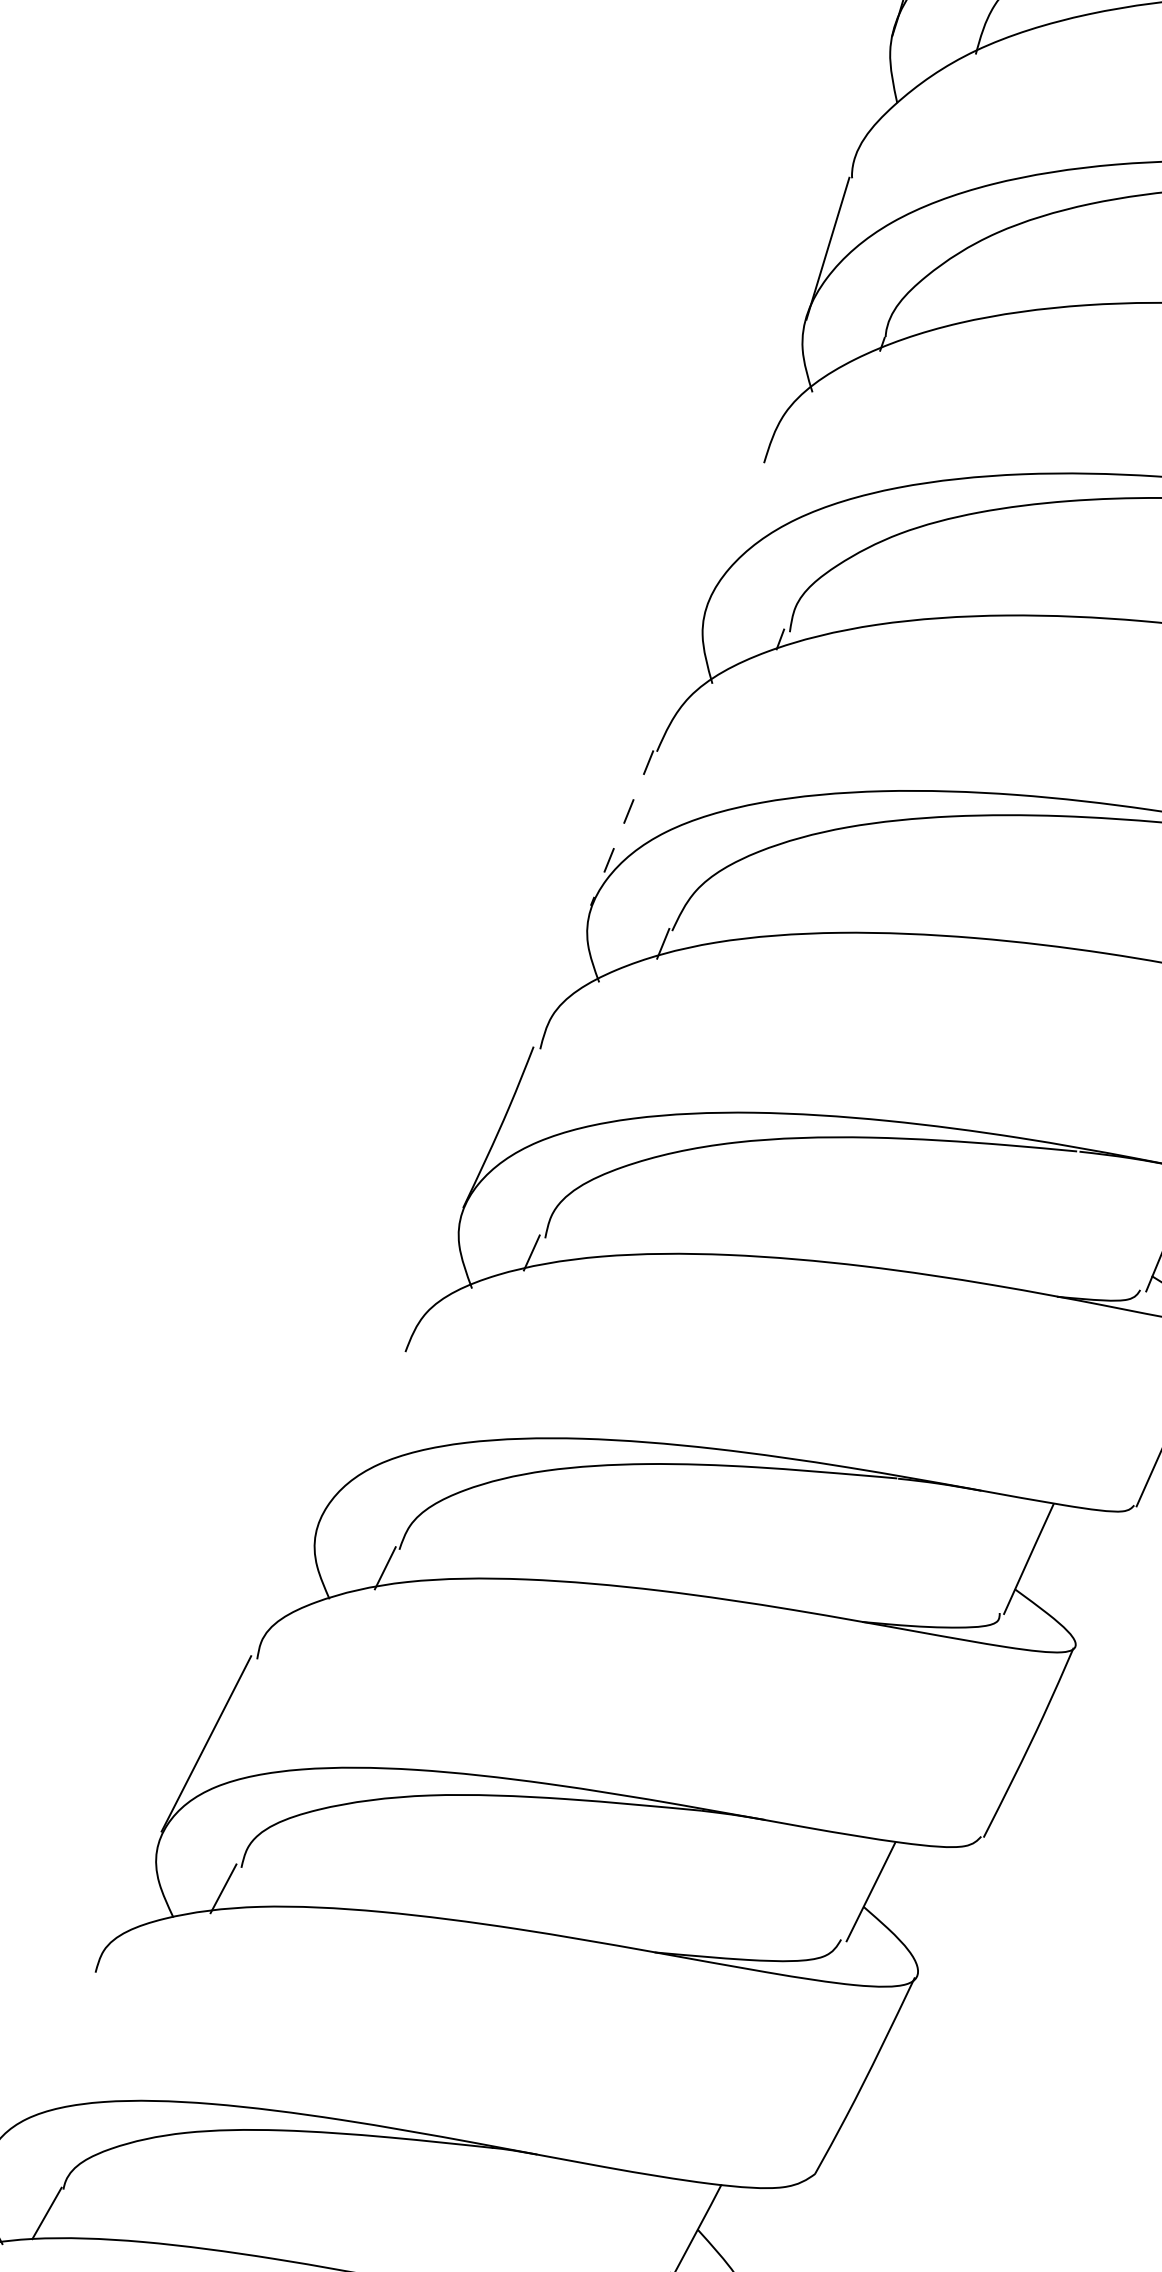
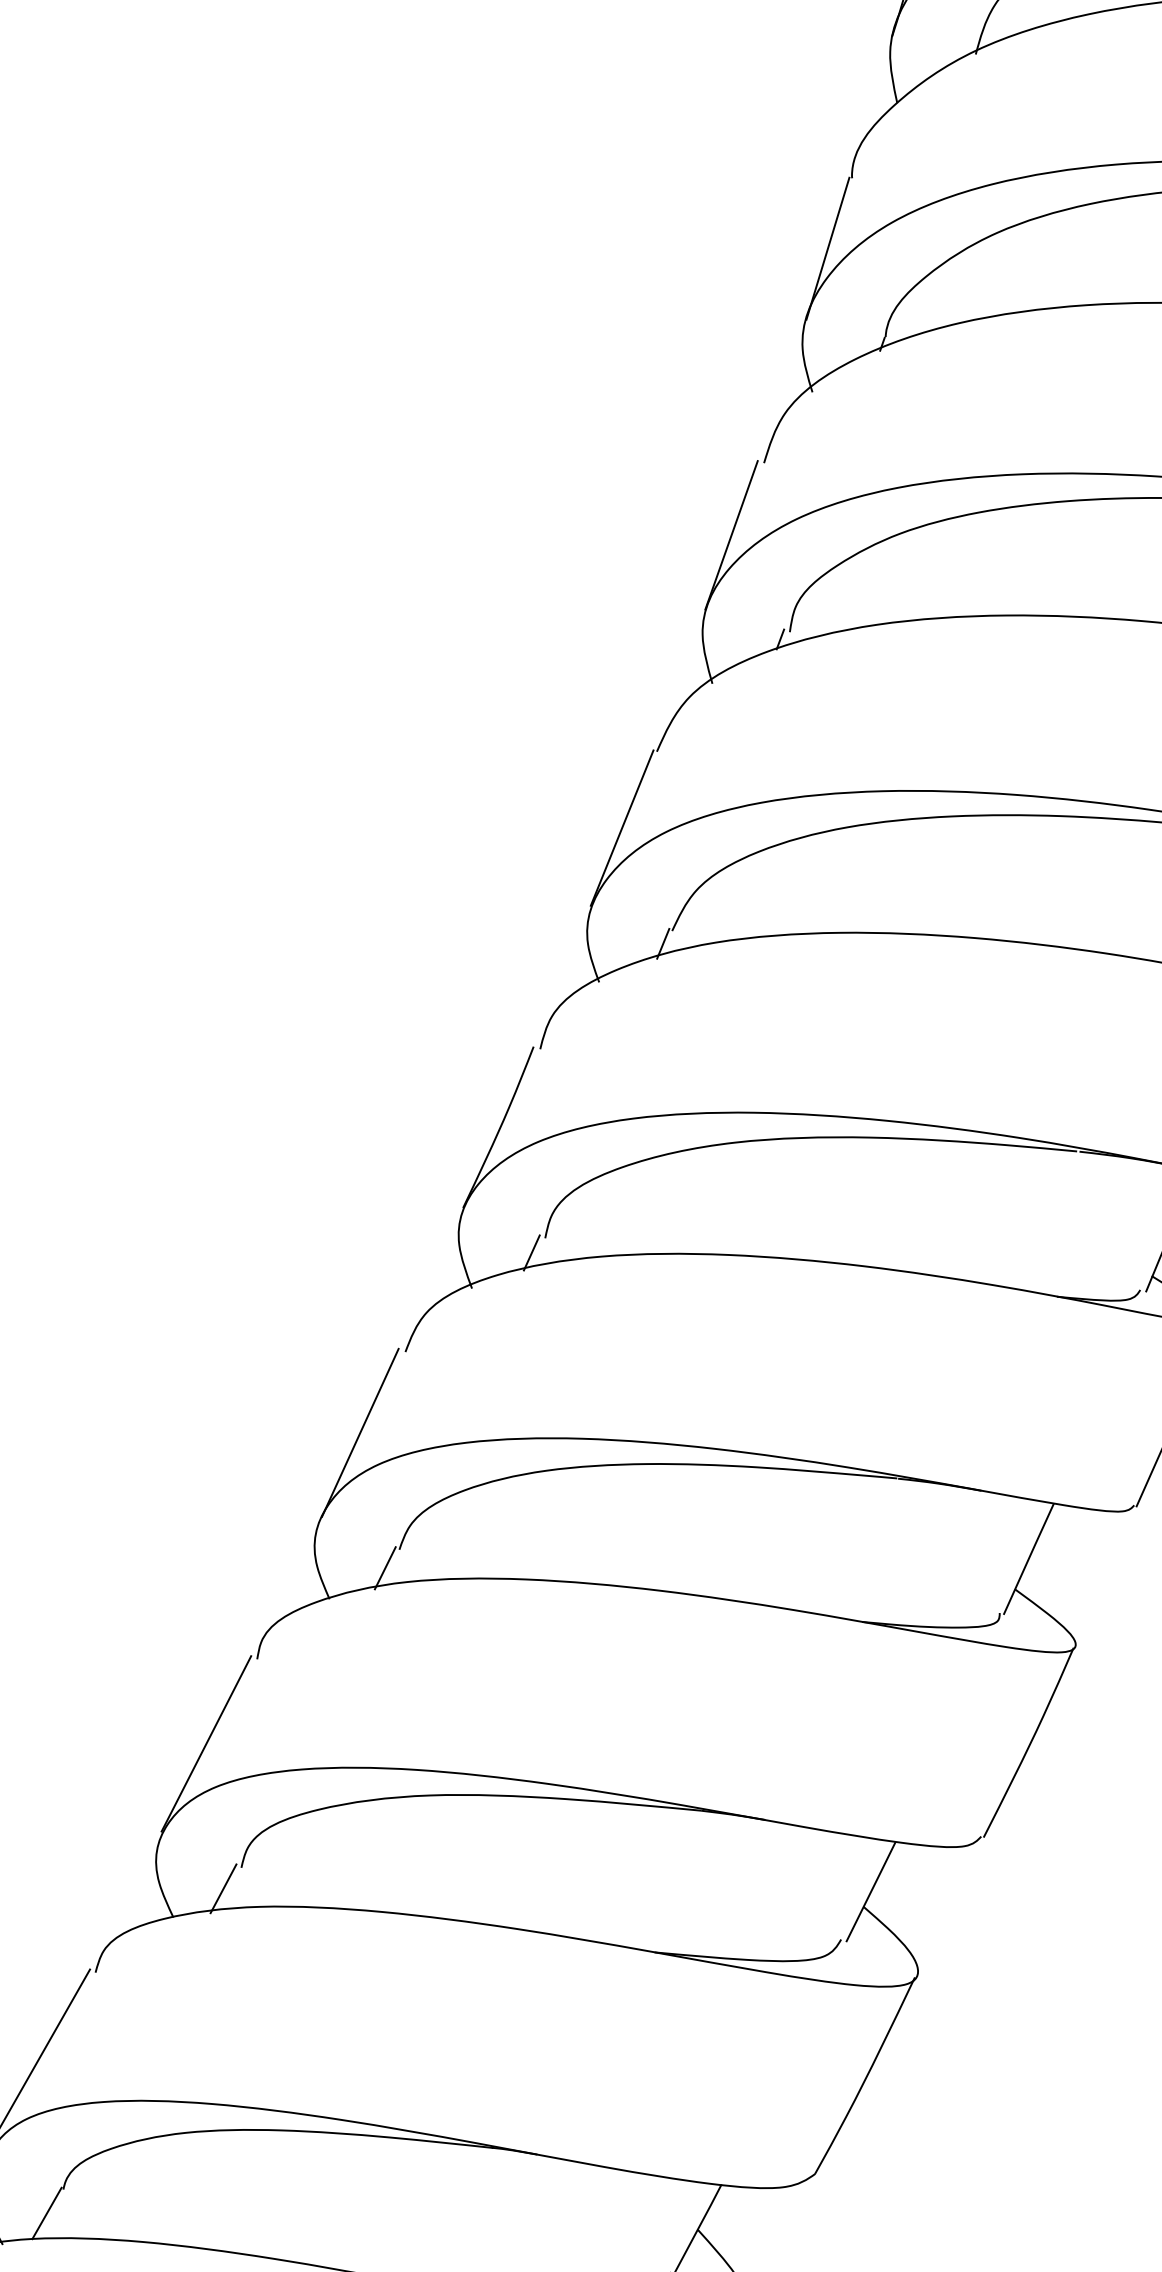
line at (731, 535): none -> present
line at (622, 828): dashed -> solid
line at (360, 1432): none -> present
line at (46, 2046): none -> present
